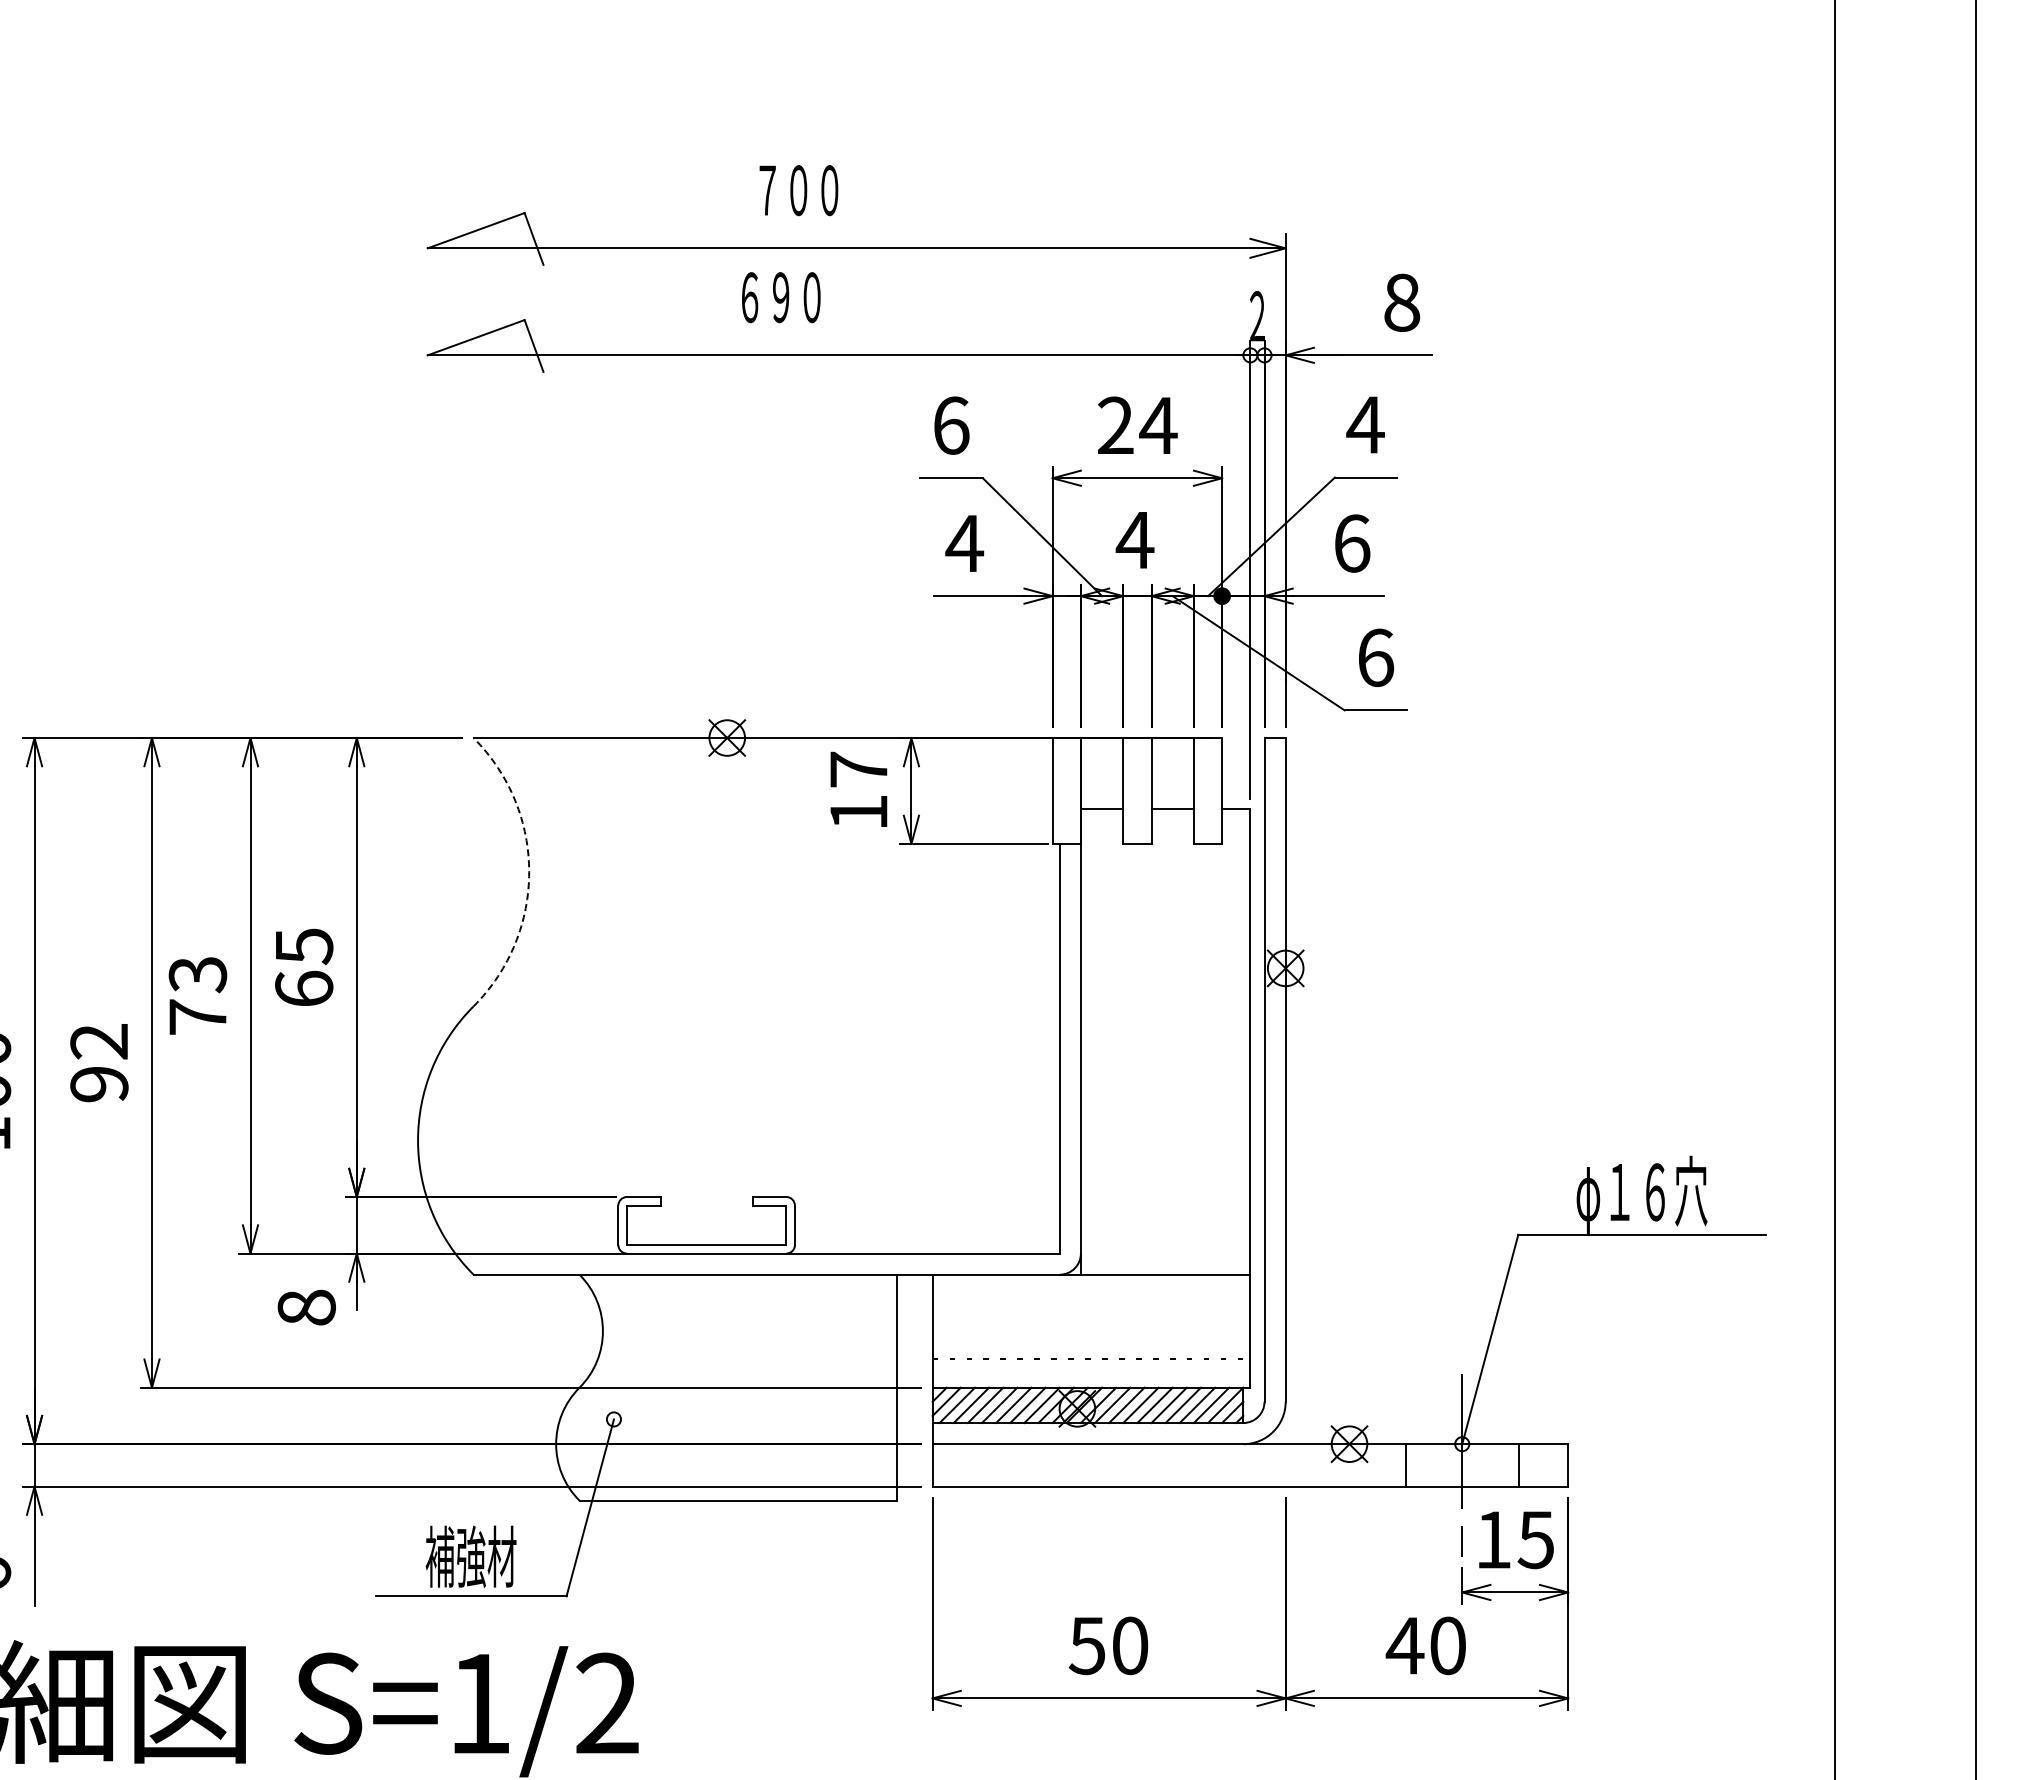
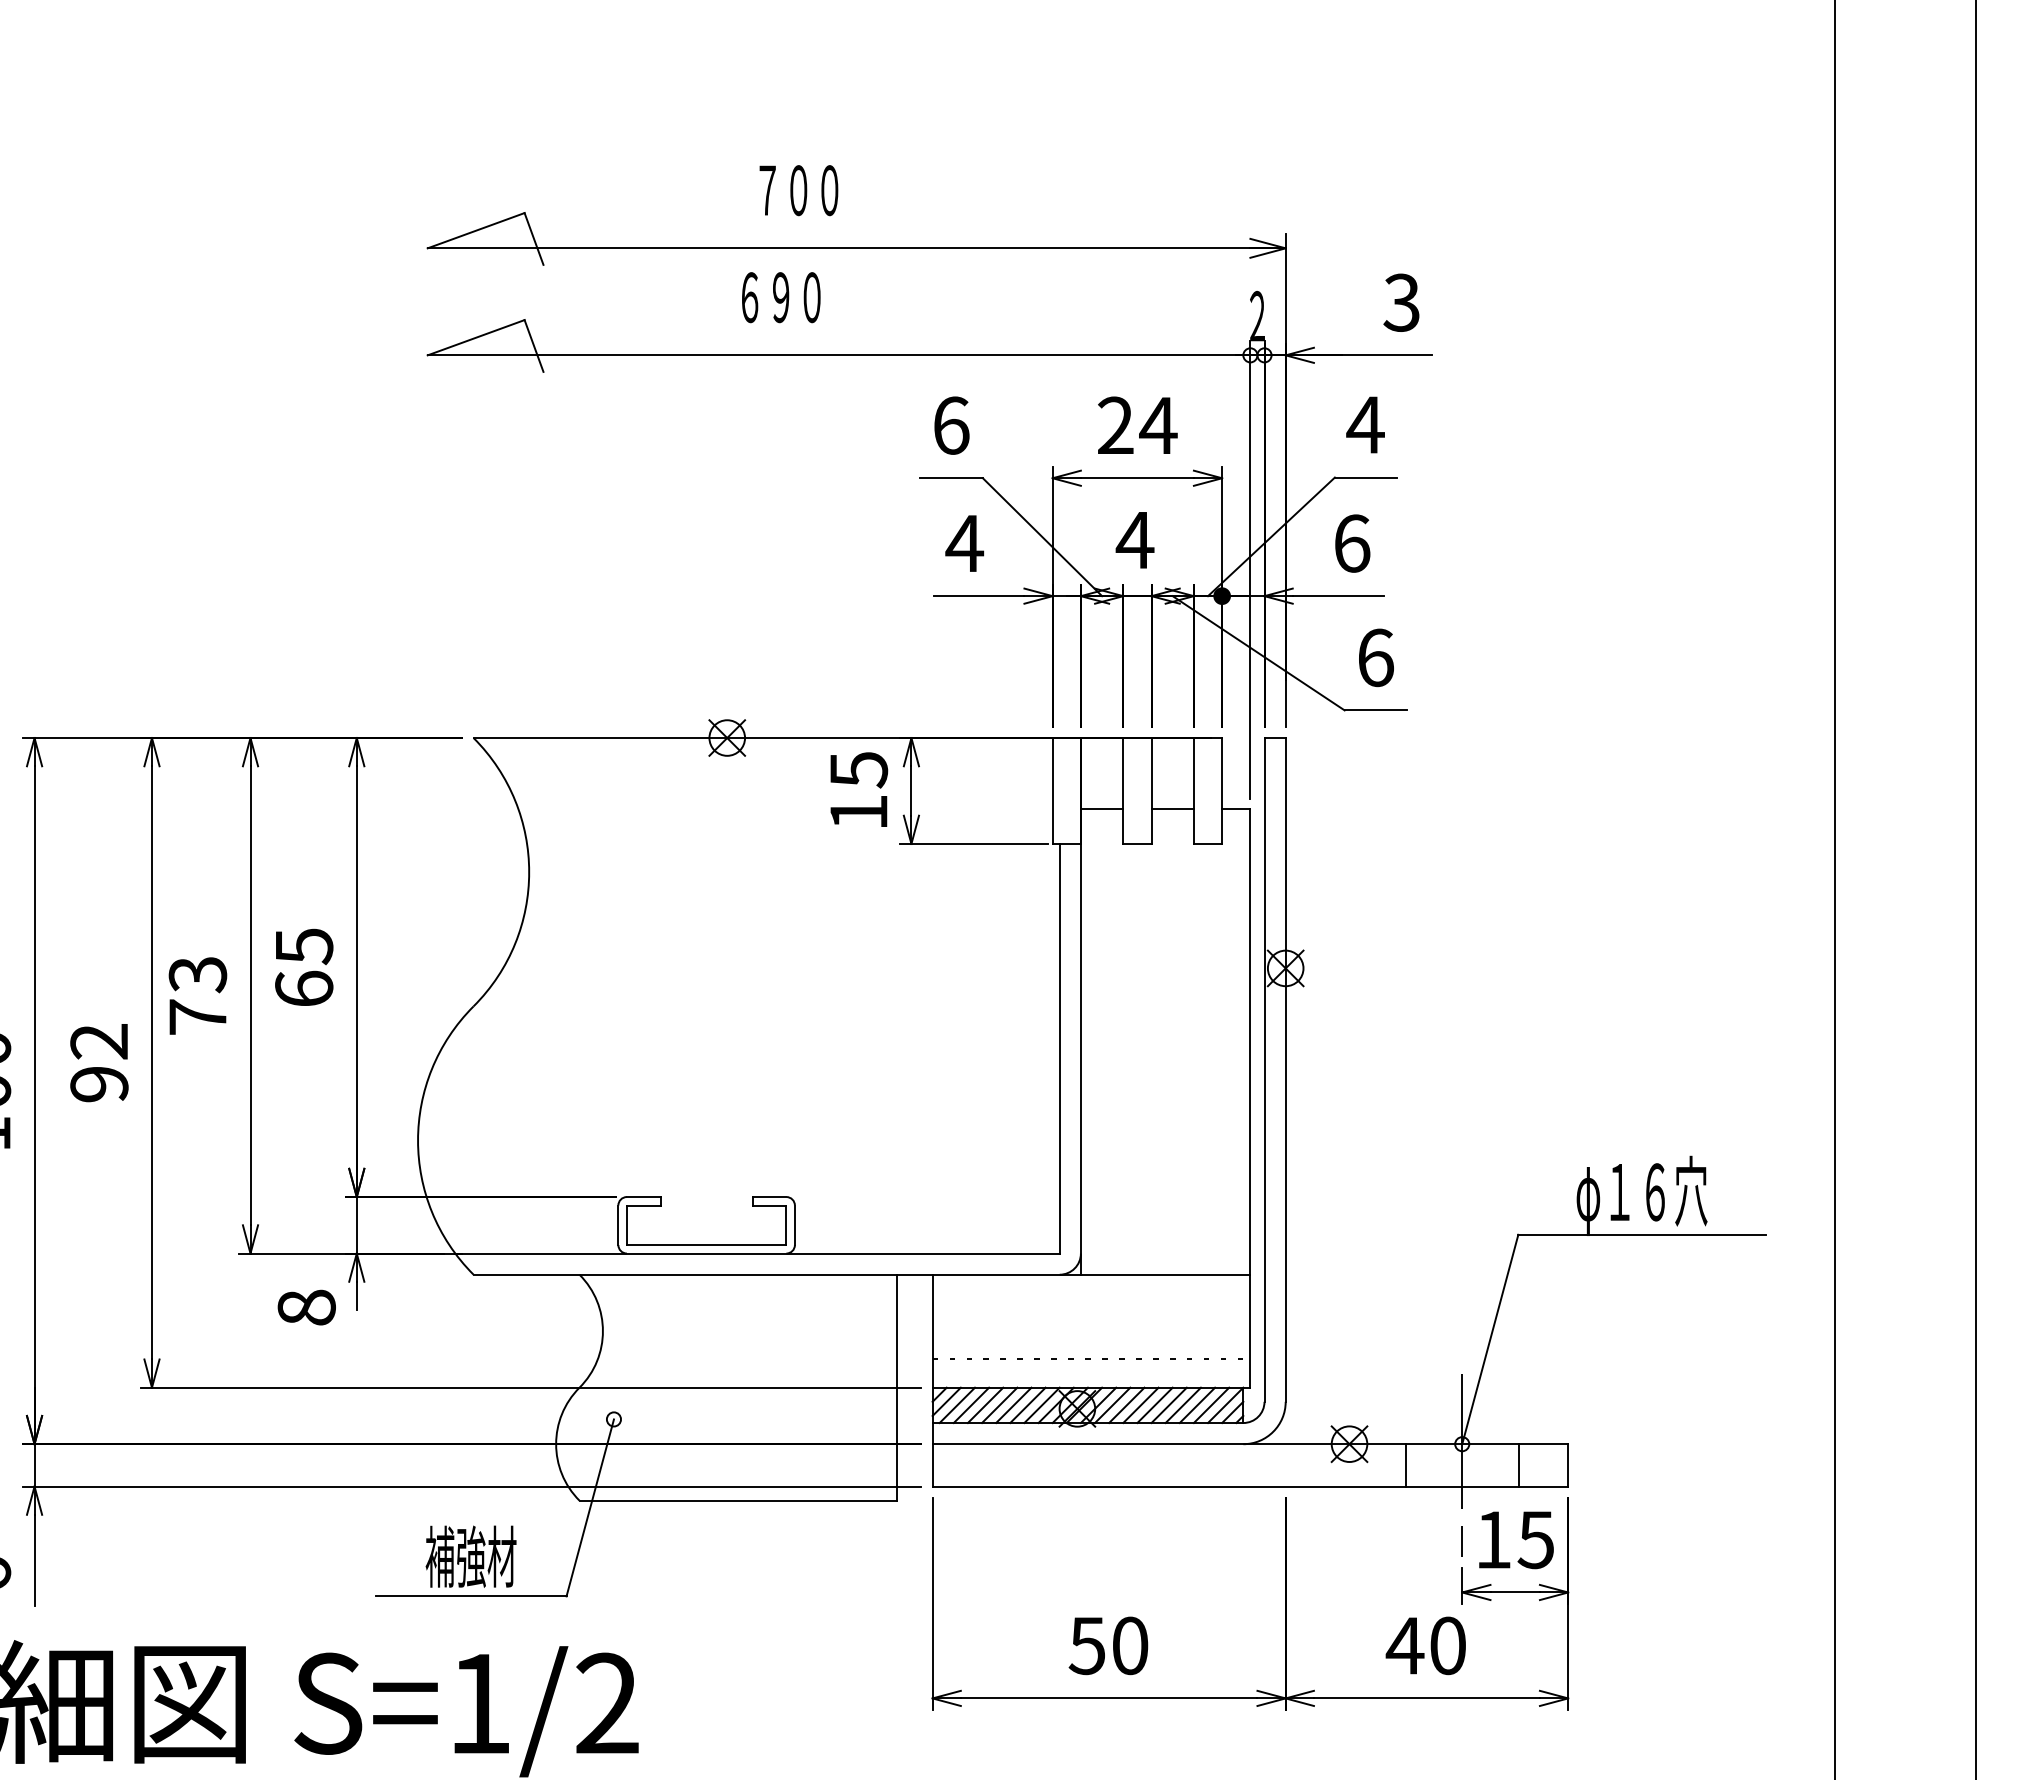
text at (1401, 302): 8 -> 3
text at (859, 769): 17 -> 15
arc at (529, 872): dashed -> solid
